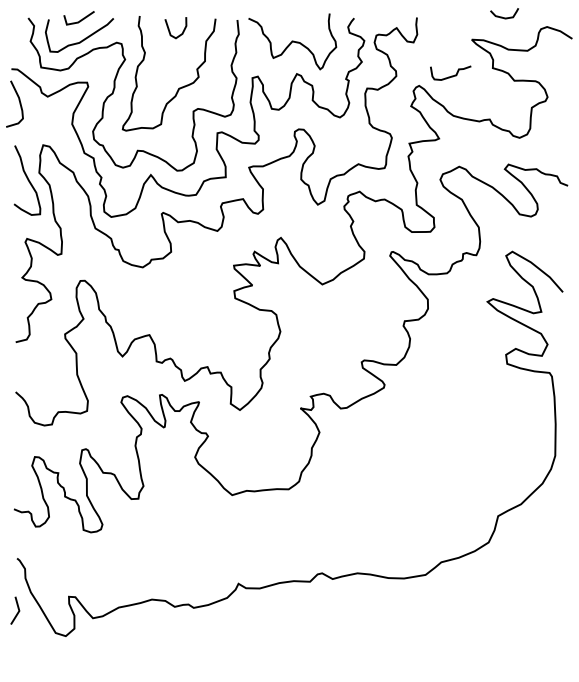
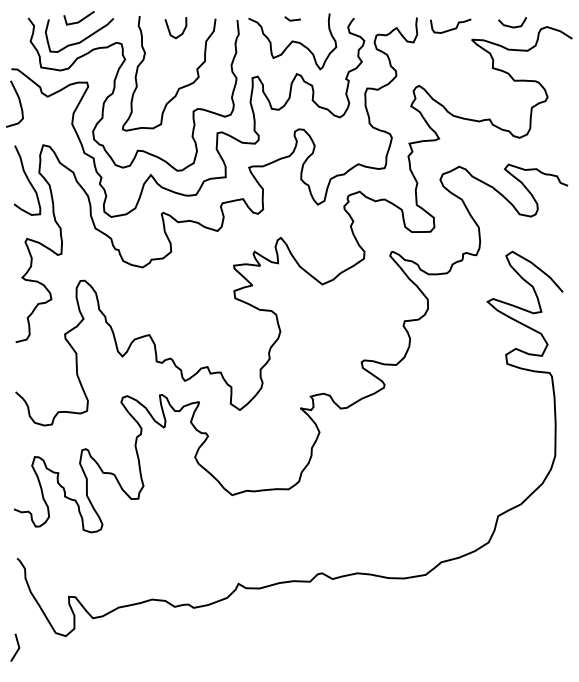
curve at (502, 16) position: (502, 16) -> (510, 25)
line at (292, 19): none -> present
curve at (451, 75) position: (451, 75) -> (451, 28)
line at (17, 611) position: (17, 611) -> (17, 648)
